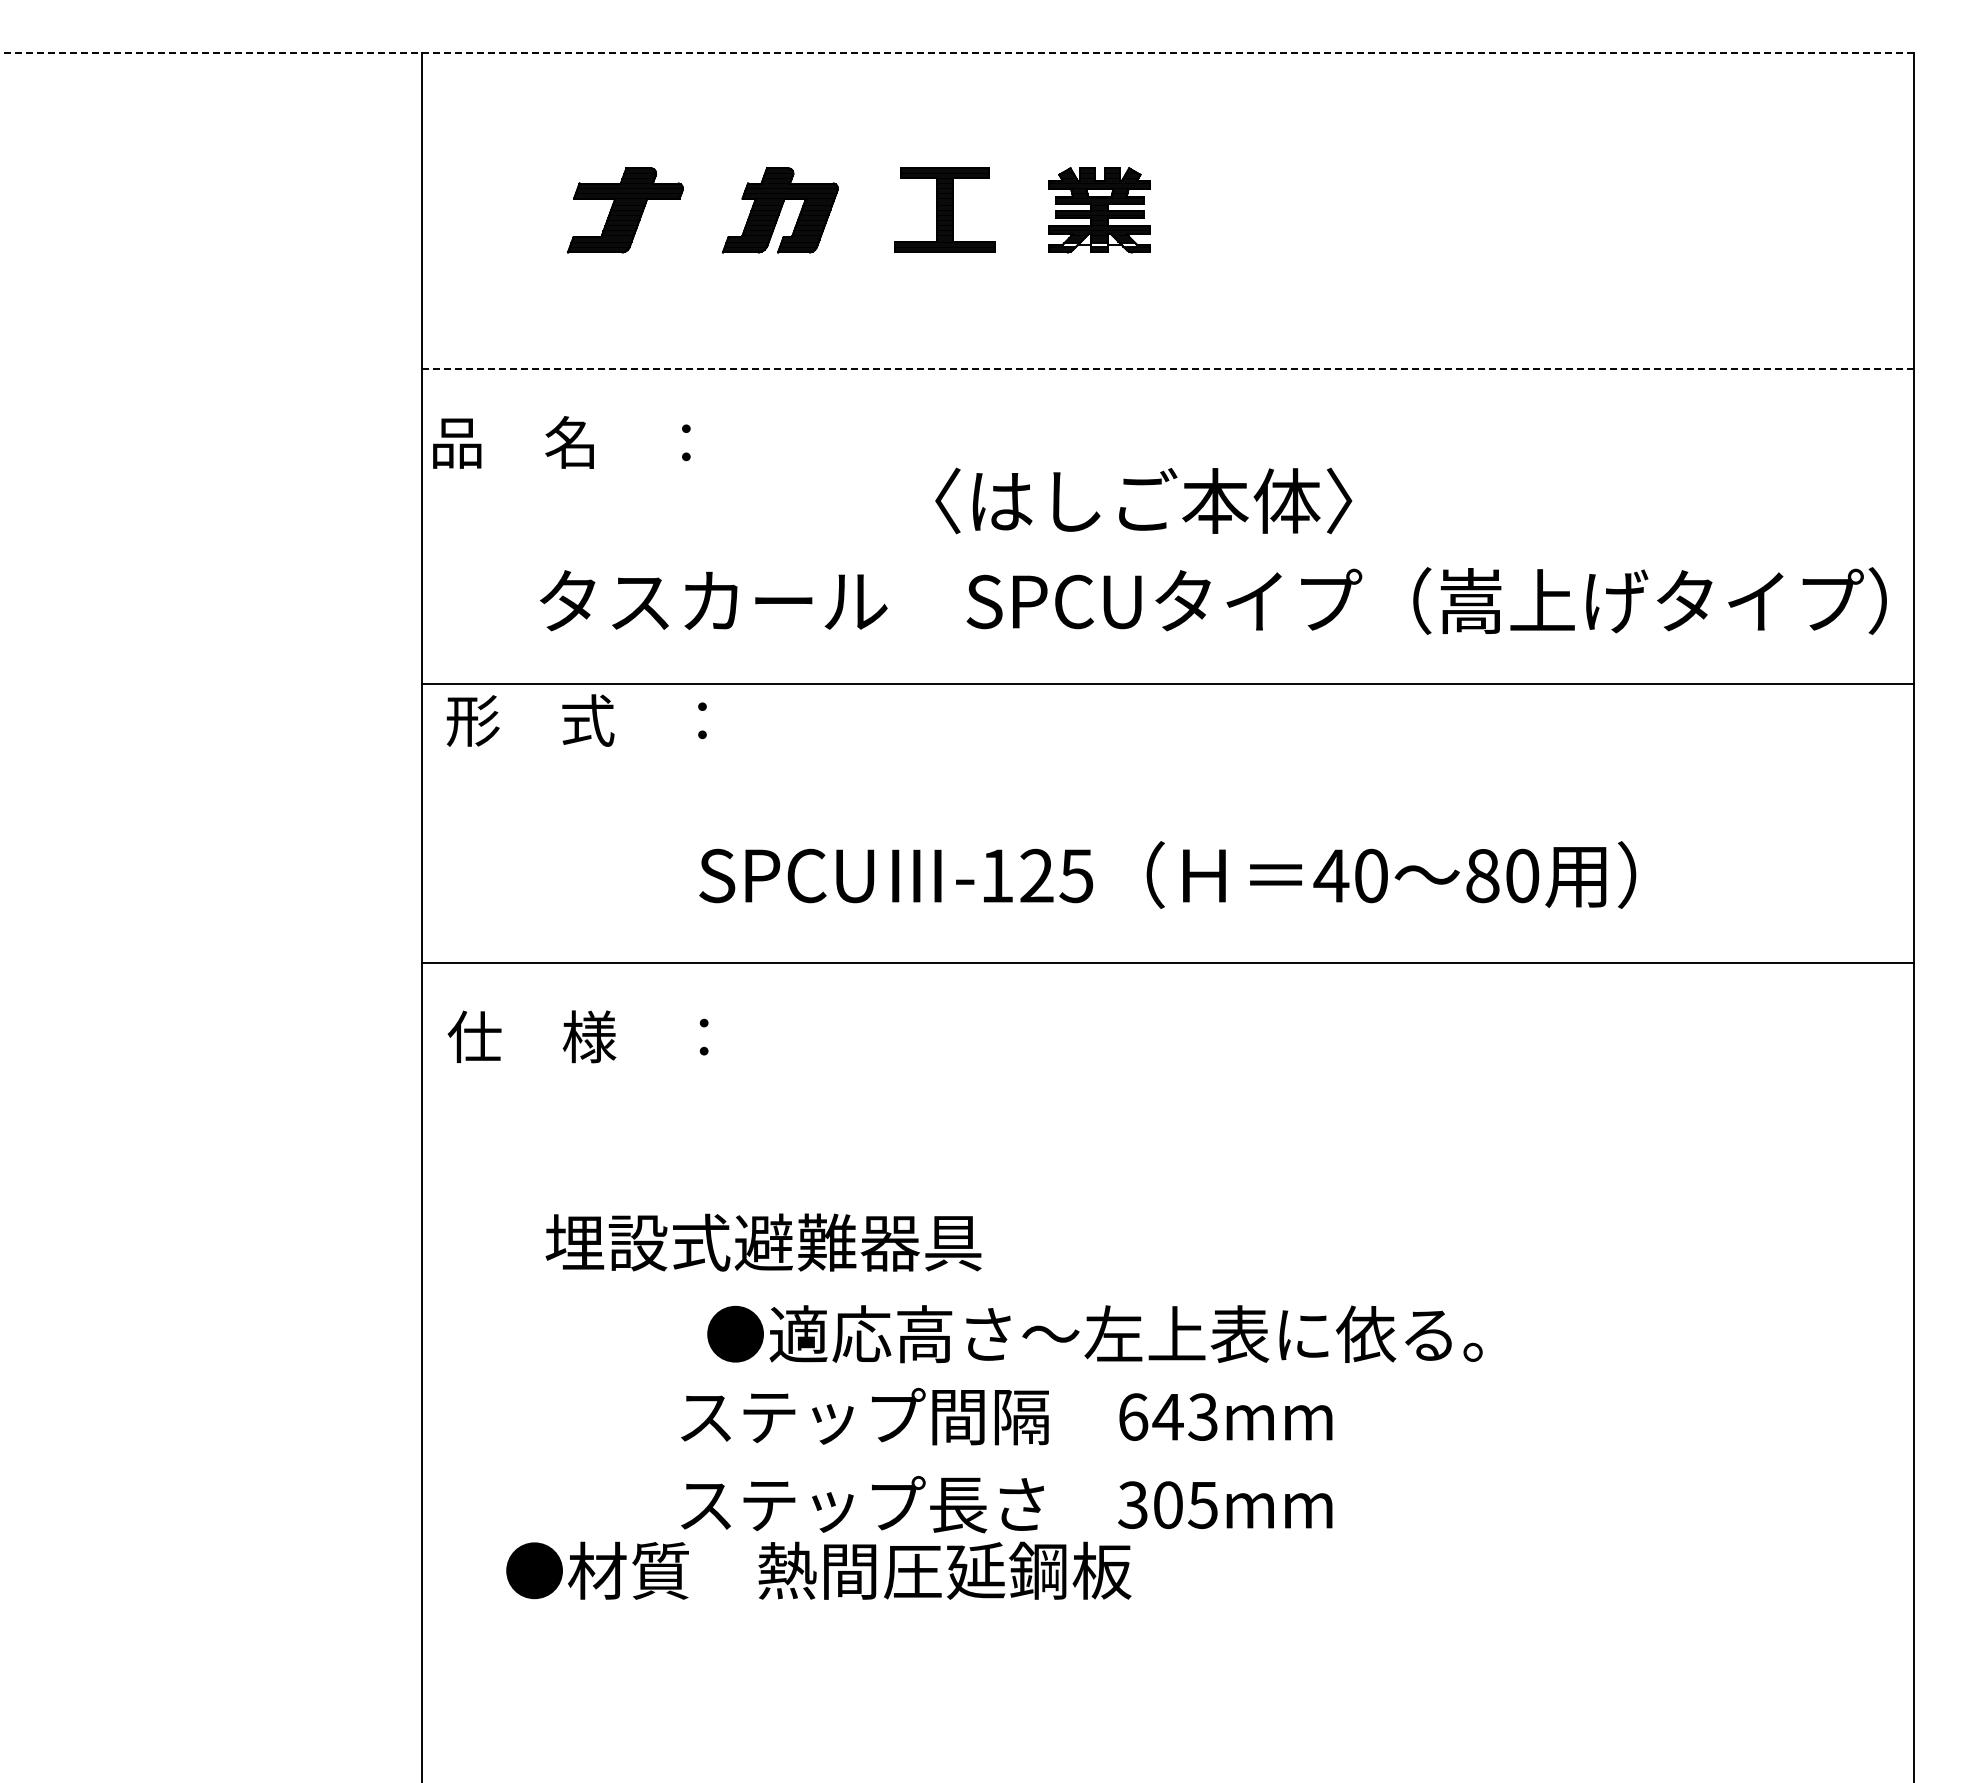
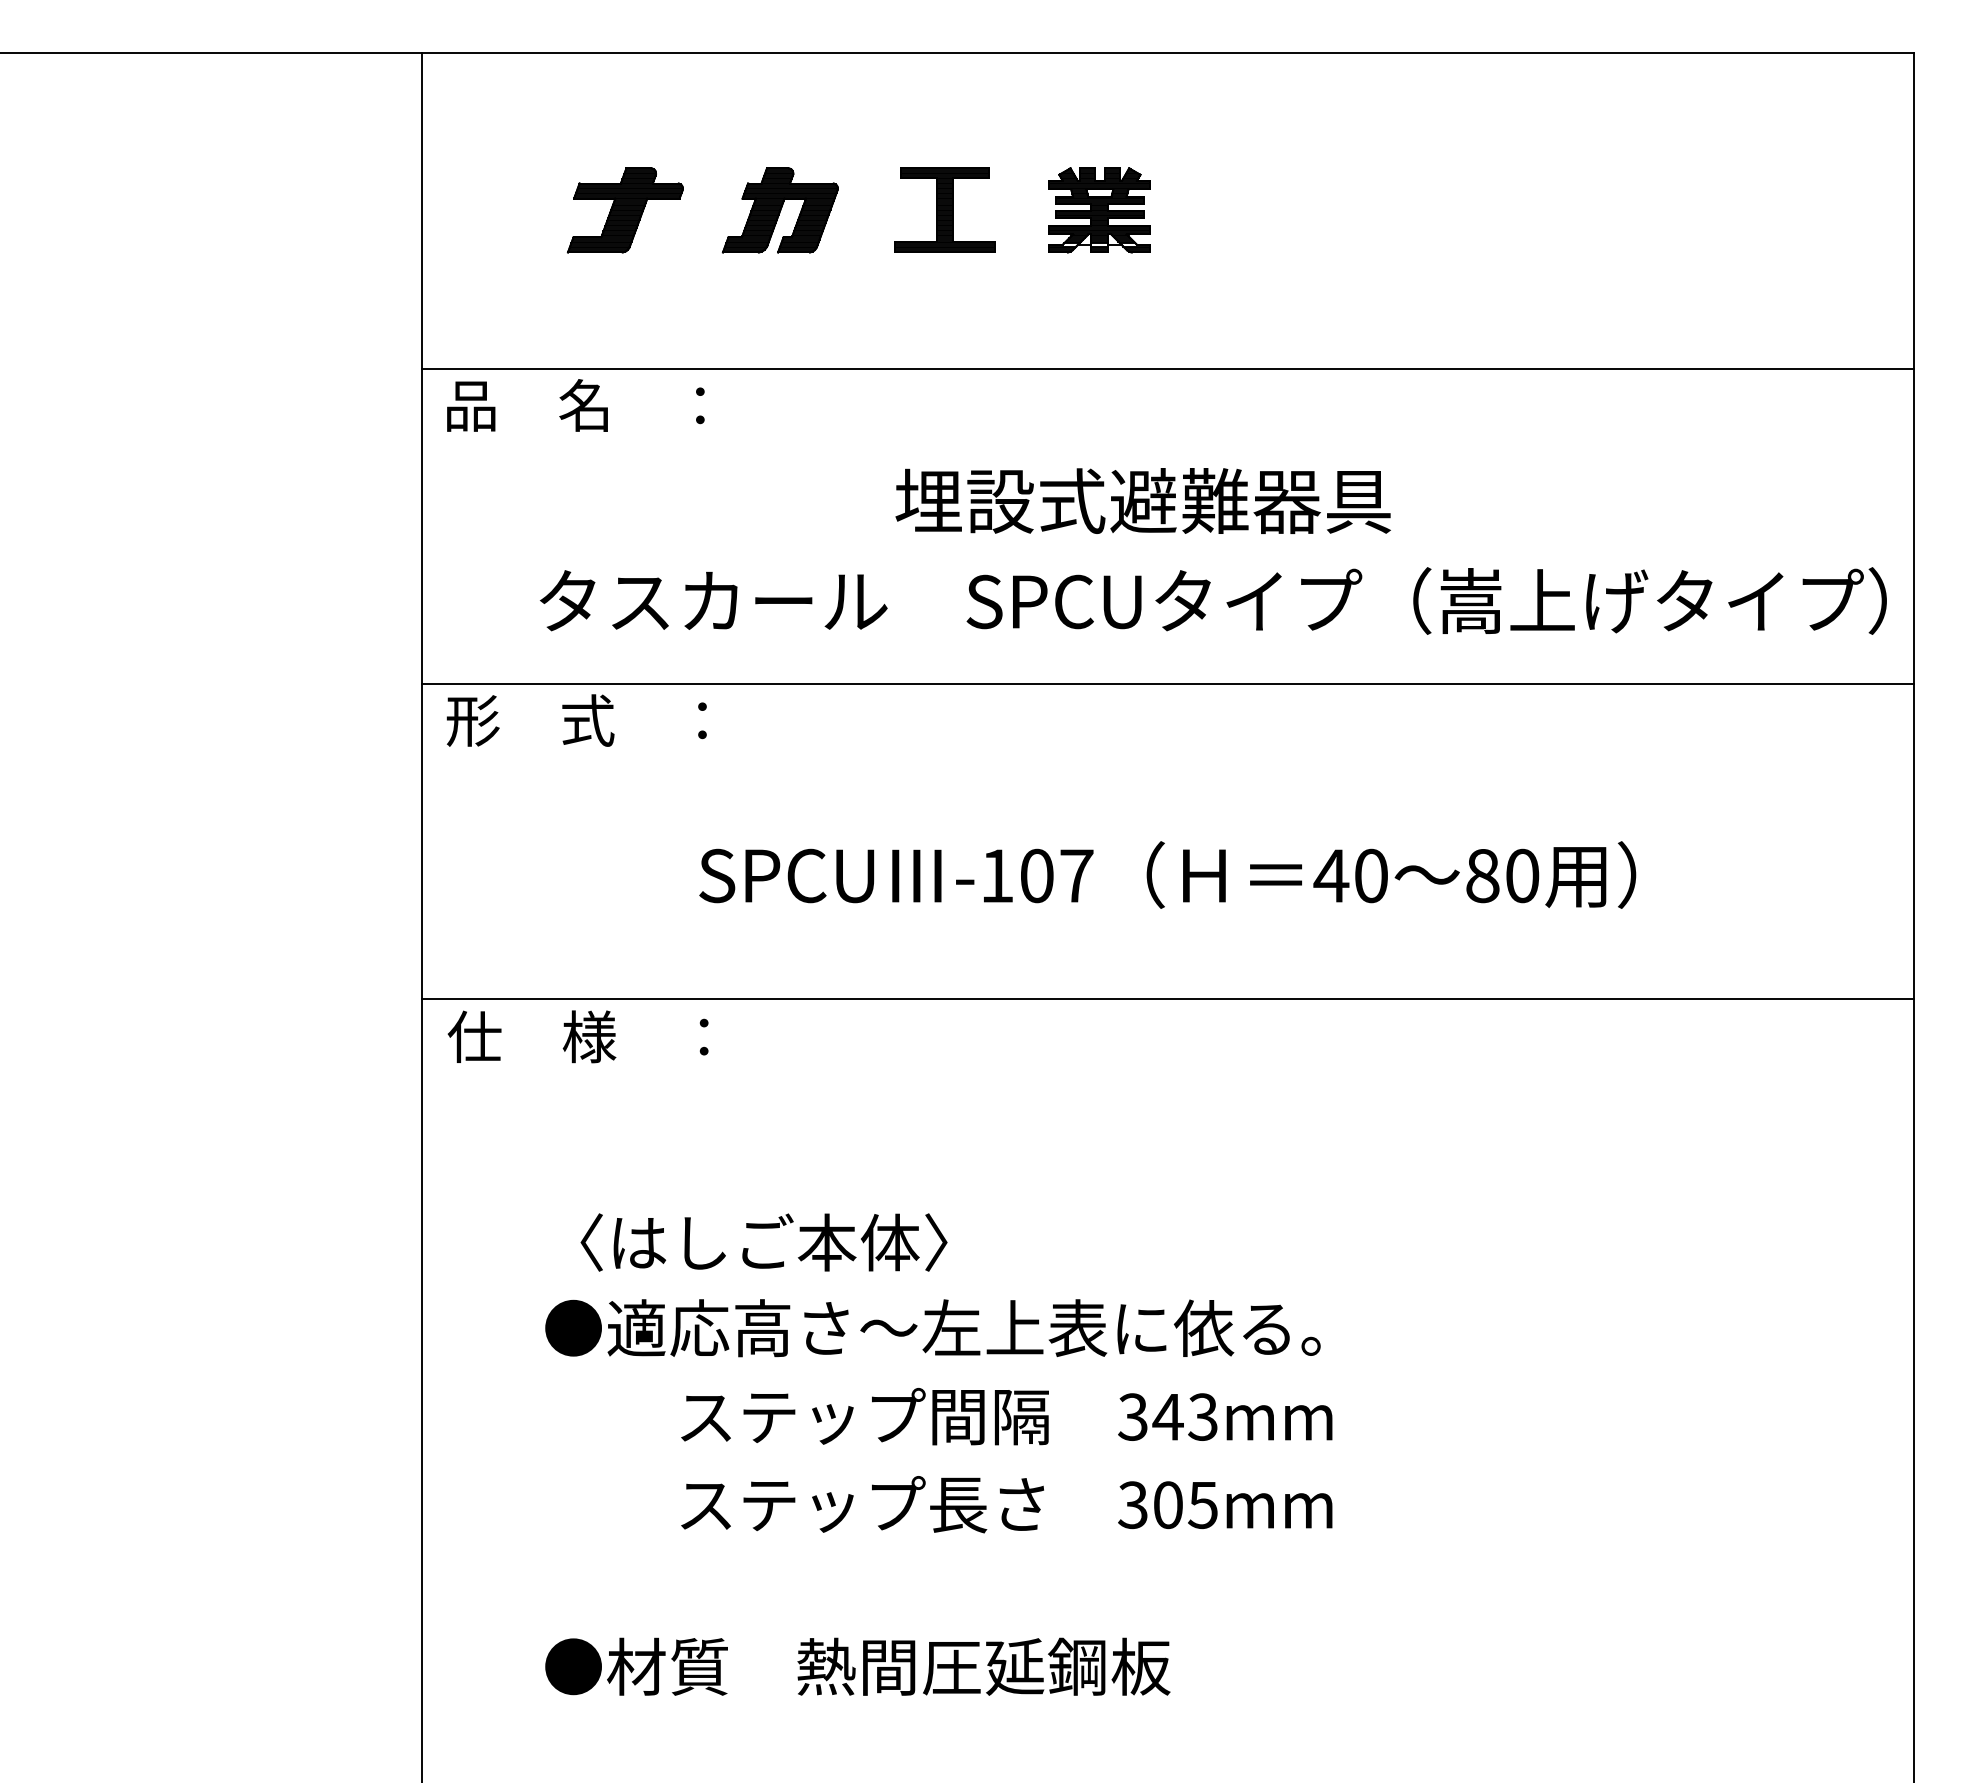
line at (956, 53): dashed -> solid
line at (1167, 368): dashed -> solid
text at (561, 442) position: (561, 442) -> (575, 405)
text at (1142, 500): 〈はしご本体〉 -> 埋設式避難器具
text at (1056, 875): -125 -> -107
line at (1167, 962) position: (1167, 962) -> (1167, 998)
text at (763, 1242): 埋設式避難器具 -> 〈はしご本体〉
text at (1094, 1334) position: (1094, 1334) -> (932, 1328)
text at (1133, 1416): 643mm -> 343mm
text at (818, 1570) position: (818, 1570) -> (857, 1666)
